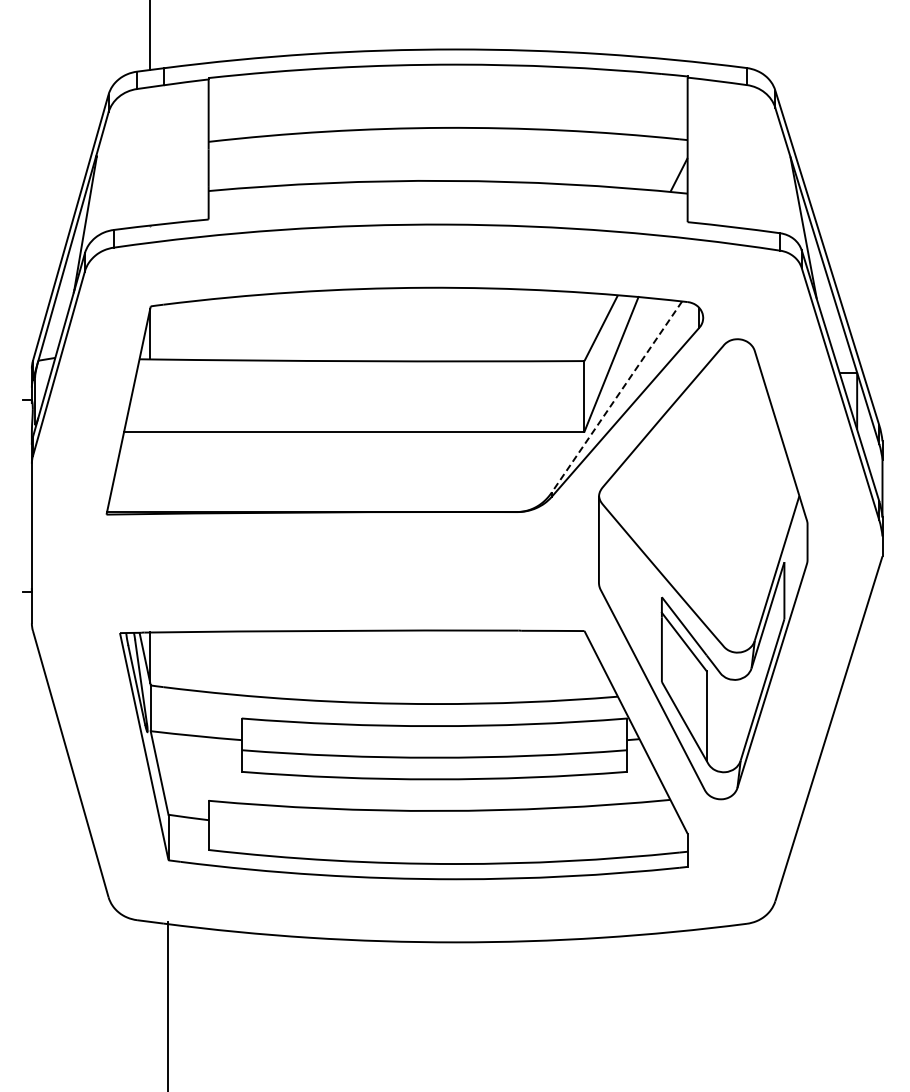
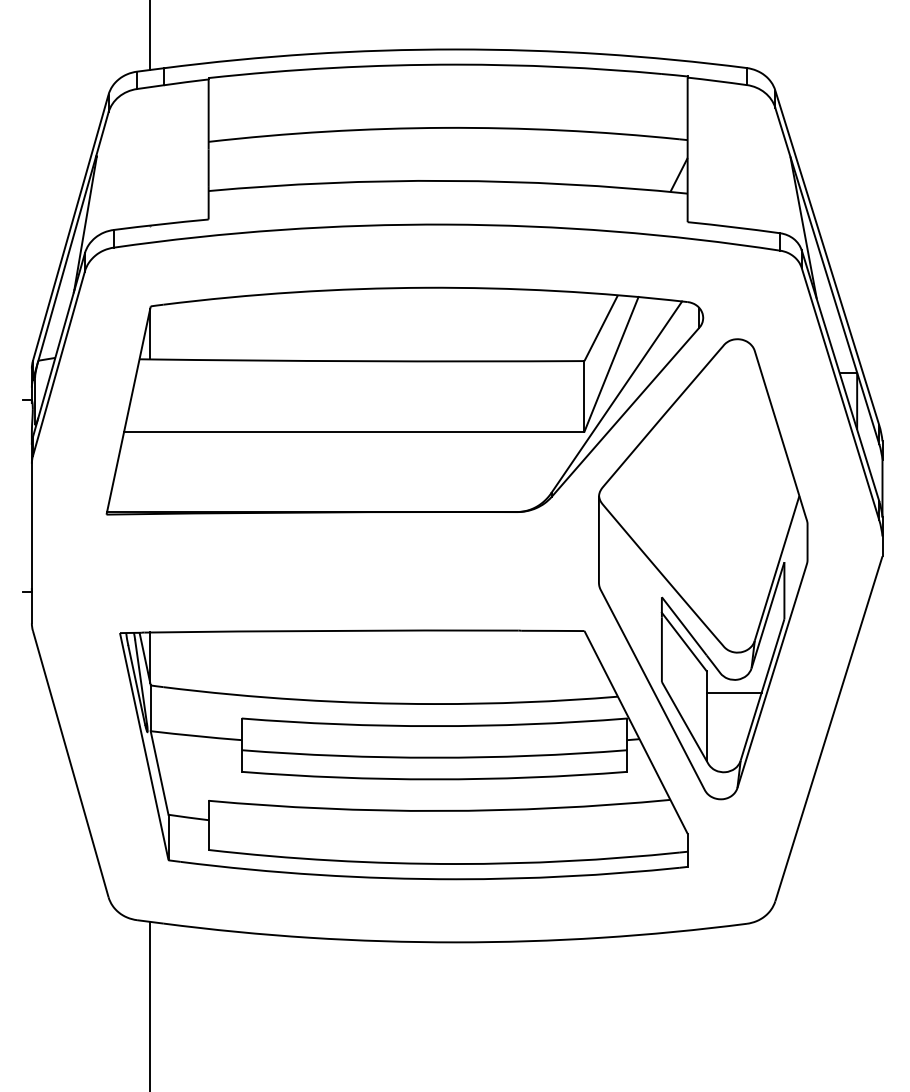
line at (616, 397): dashed -> solid
line at (733, 692): none -> present
line at (168, 1004) position: (168, 1004) -> (150, 1004)
